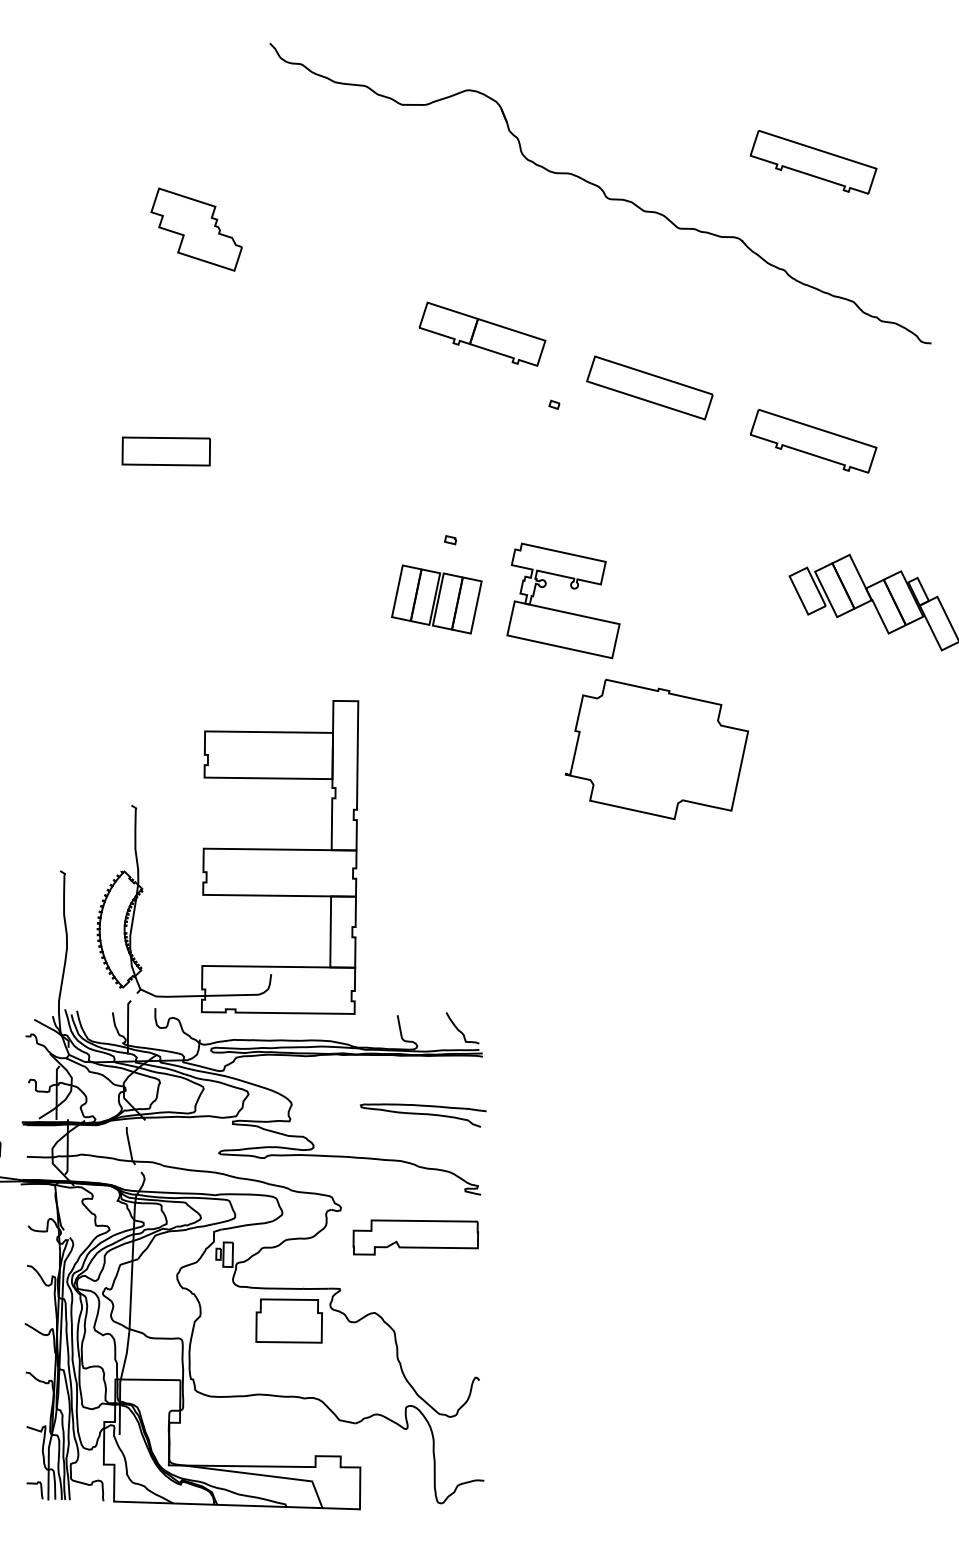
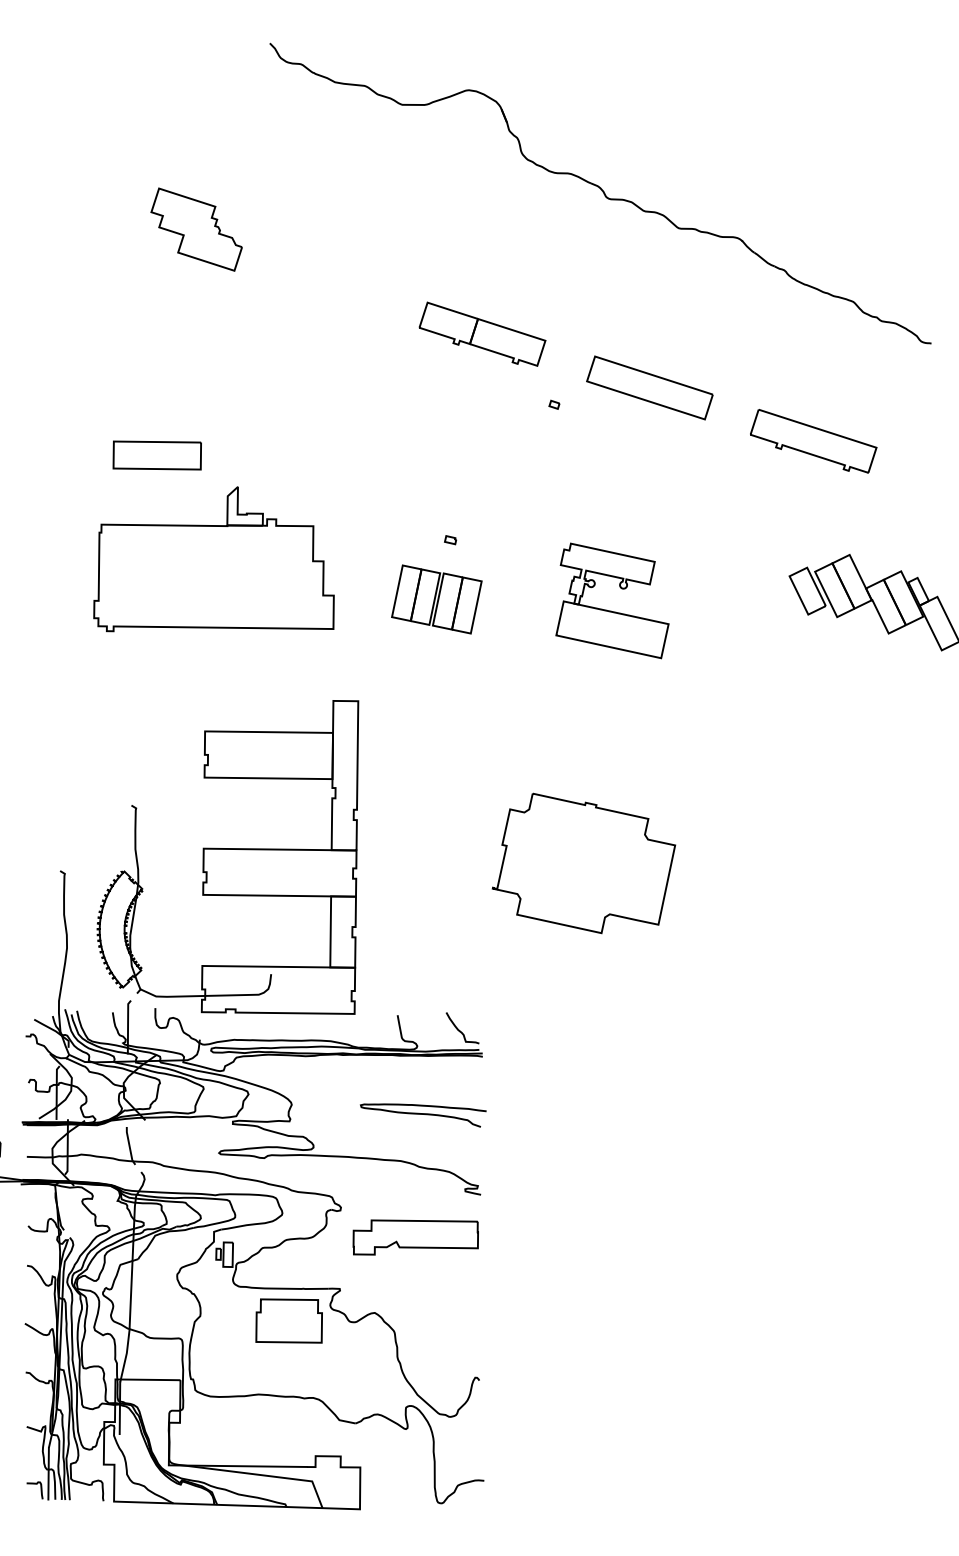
part at (813, 162): present -> none
part at (165, 451) position: (165, 451) -> (156, 455)
part at (213, 559): none -> present
part at (562, 610) position: (562, 610) -> (611, 610)
part at (656, 749) position: (656, 749) -> (583, 863)
